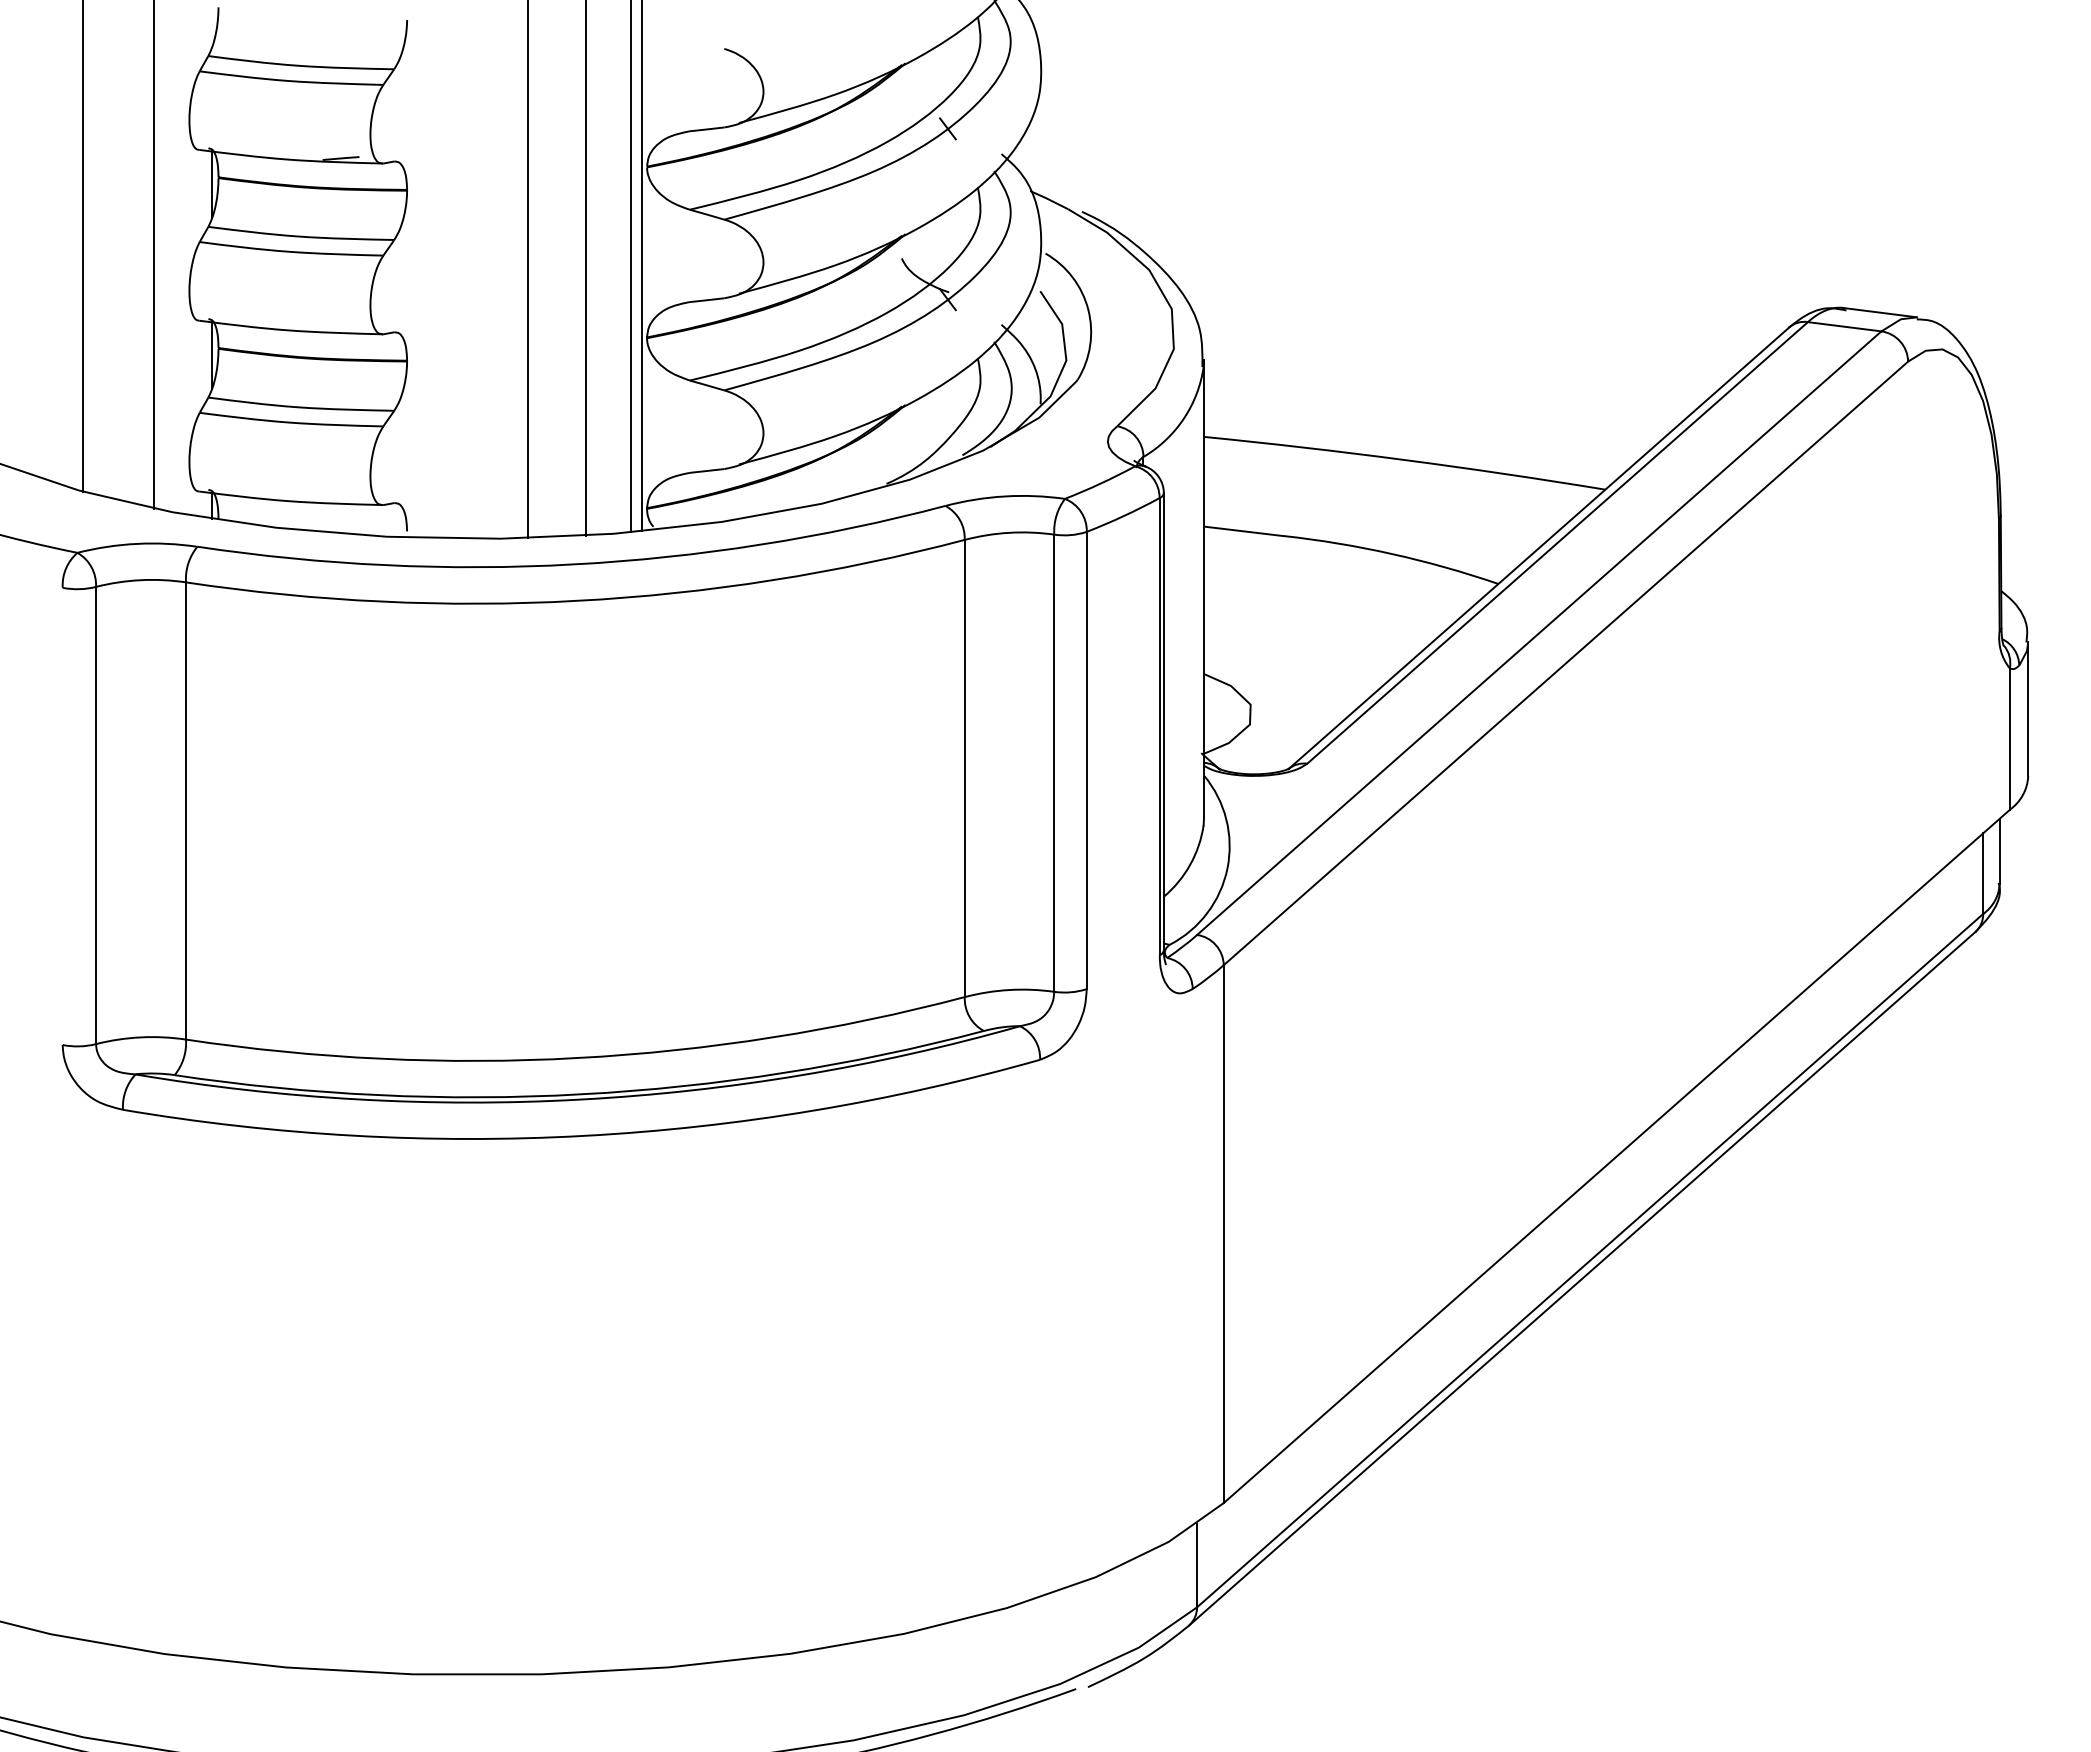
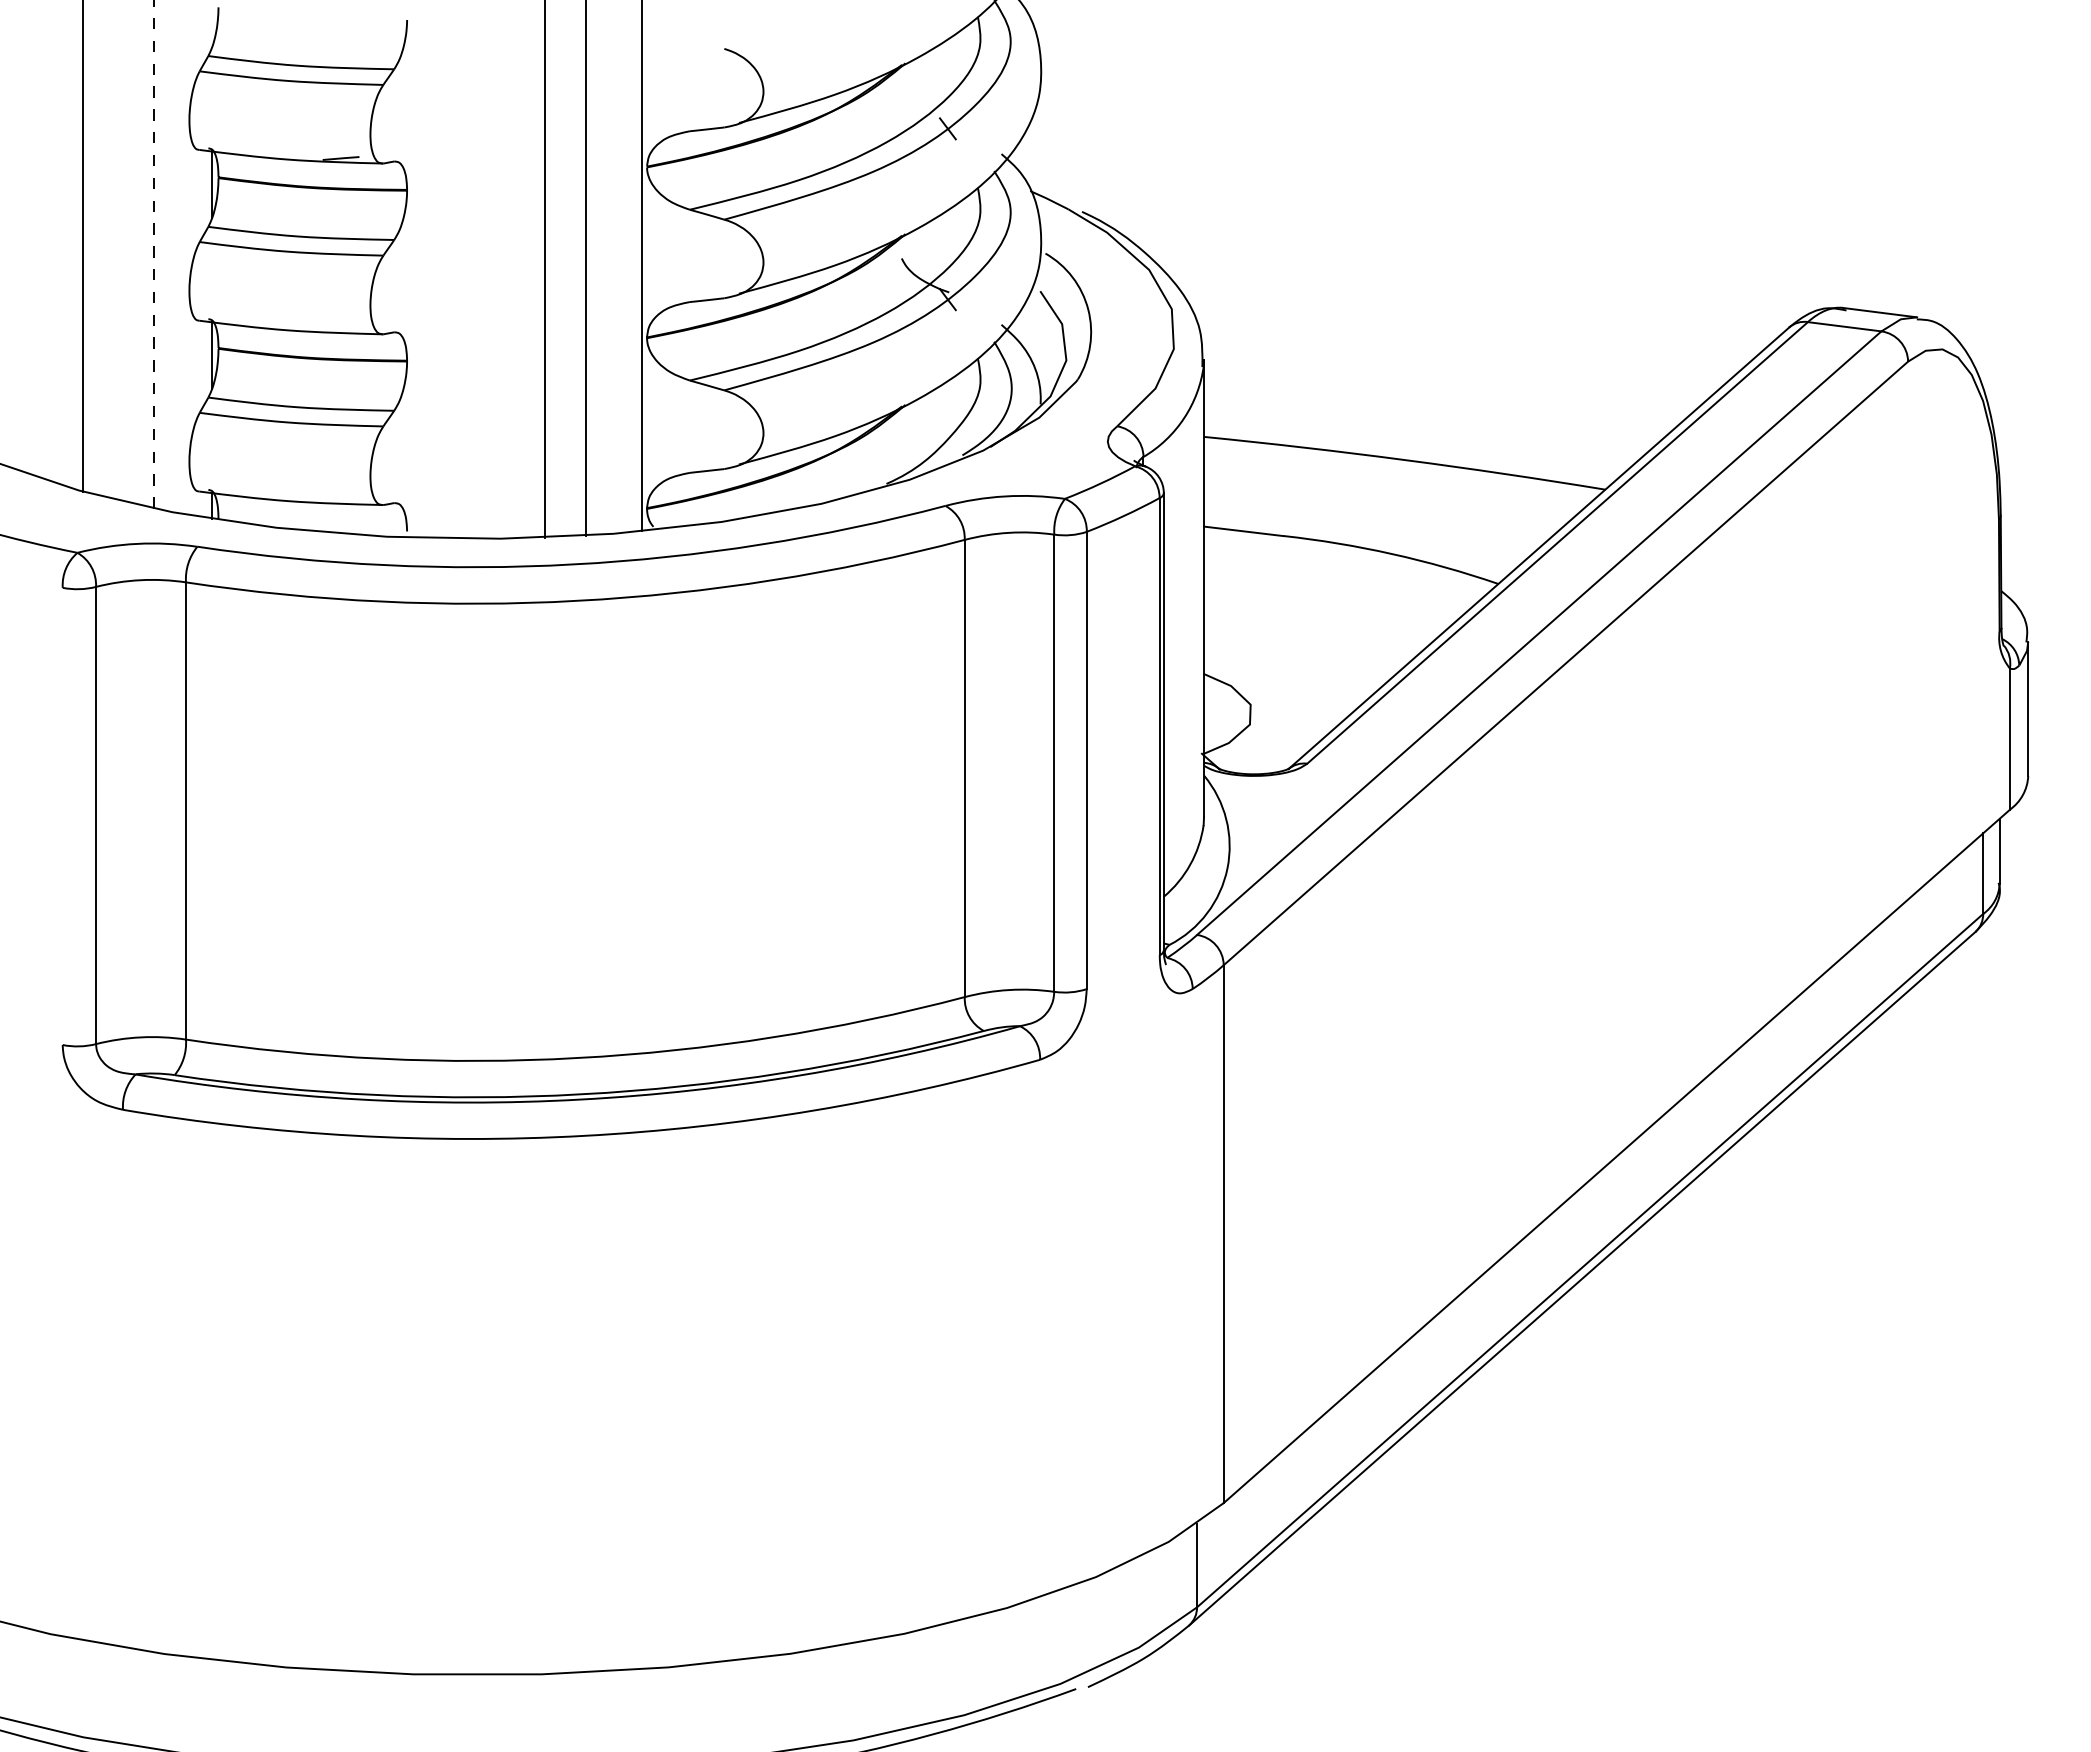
line at (154, 254): solid -> dashed
line at (630, 267): present -> none
line at (527, 270) position: (527, 270) -> (544, 270)
